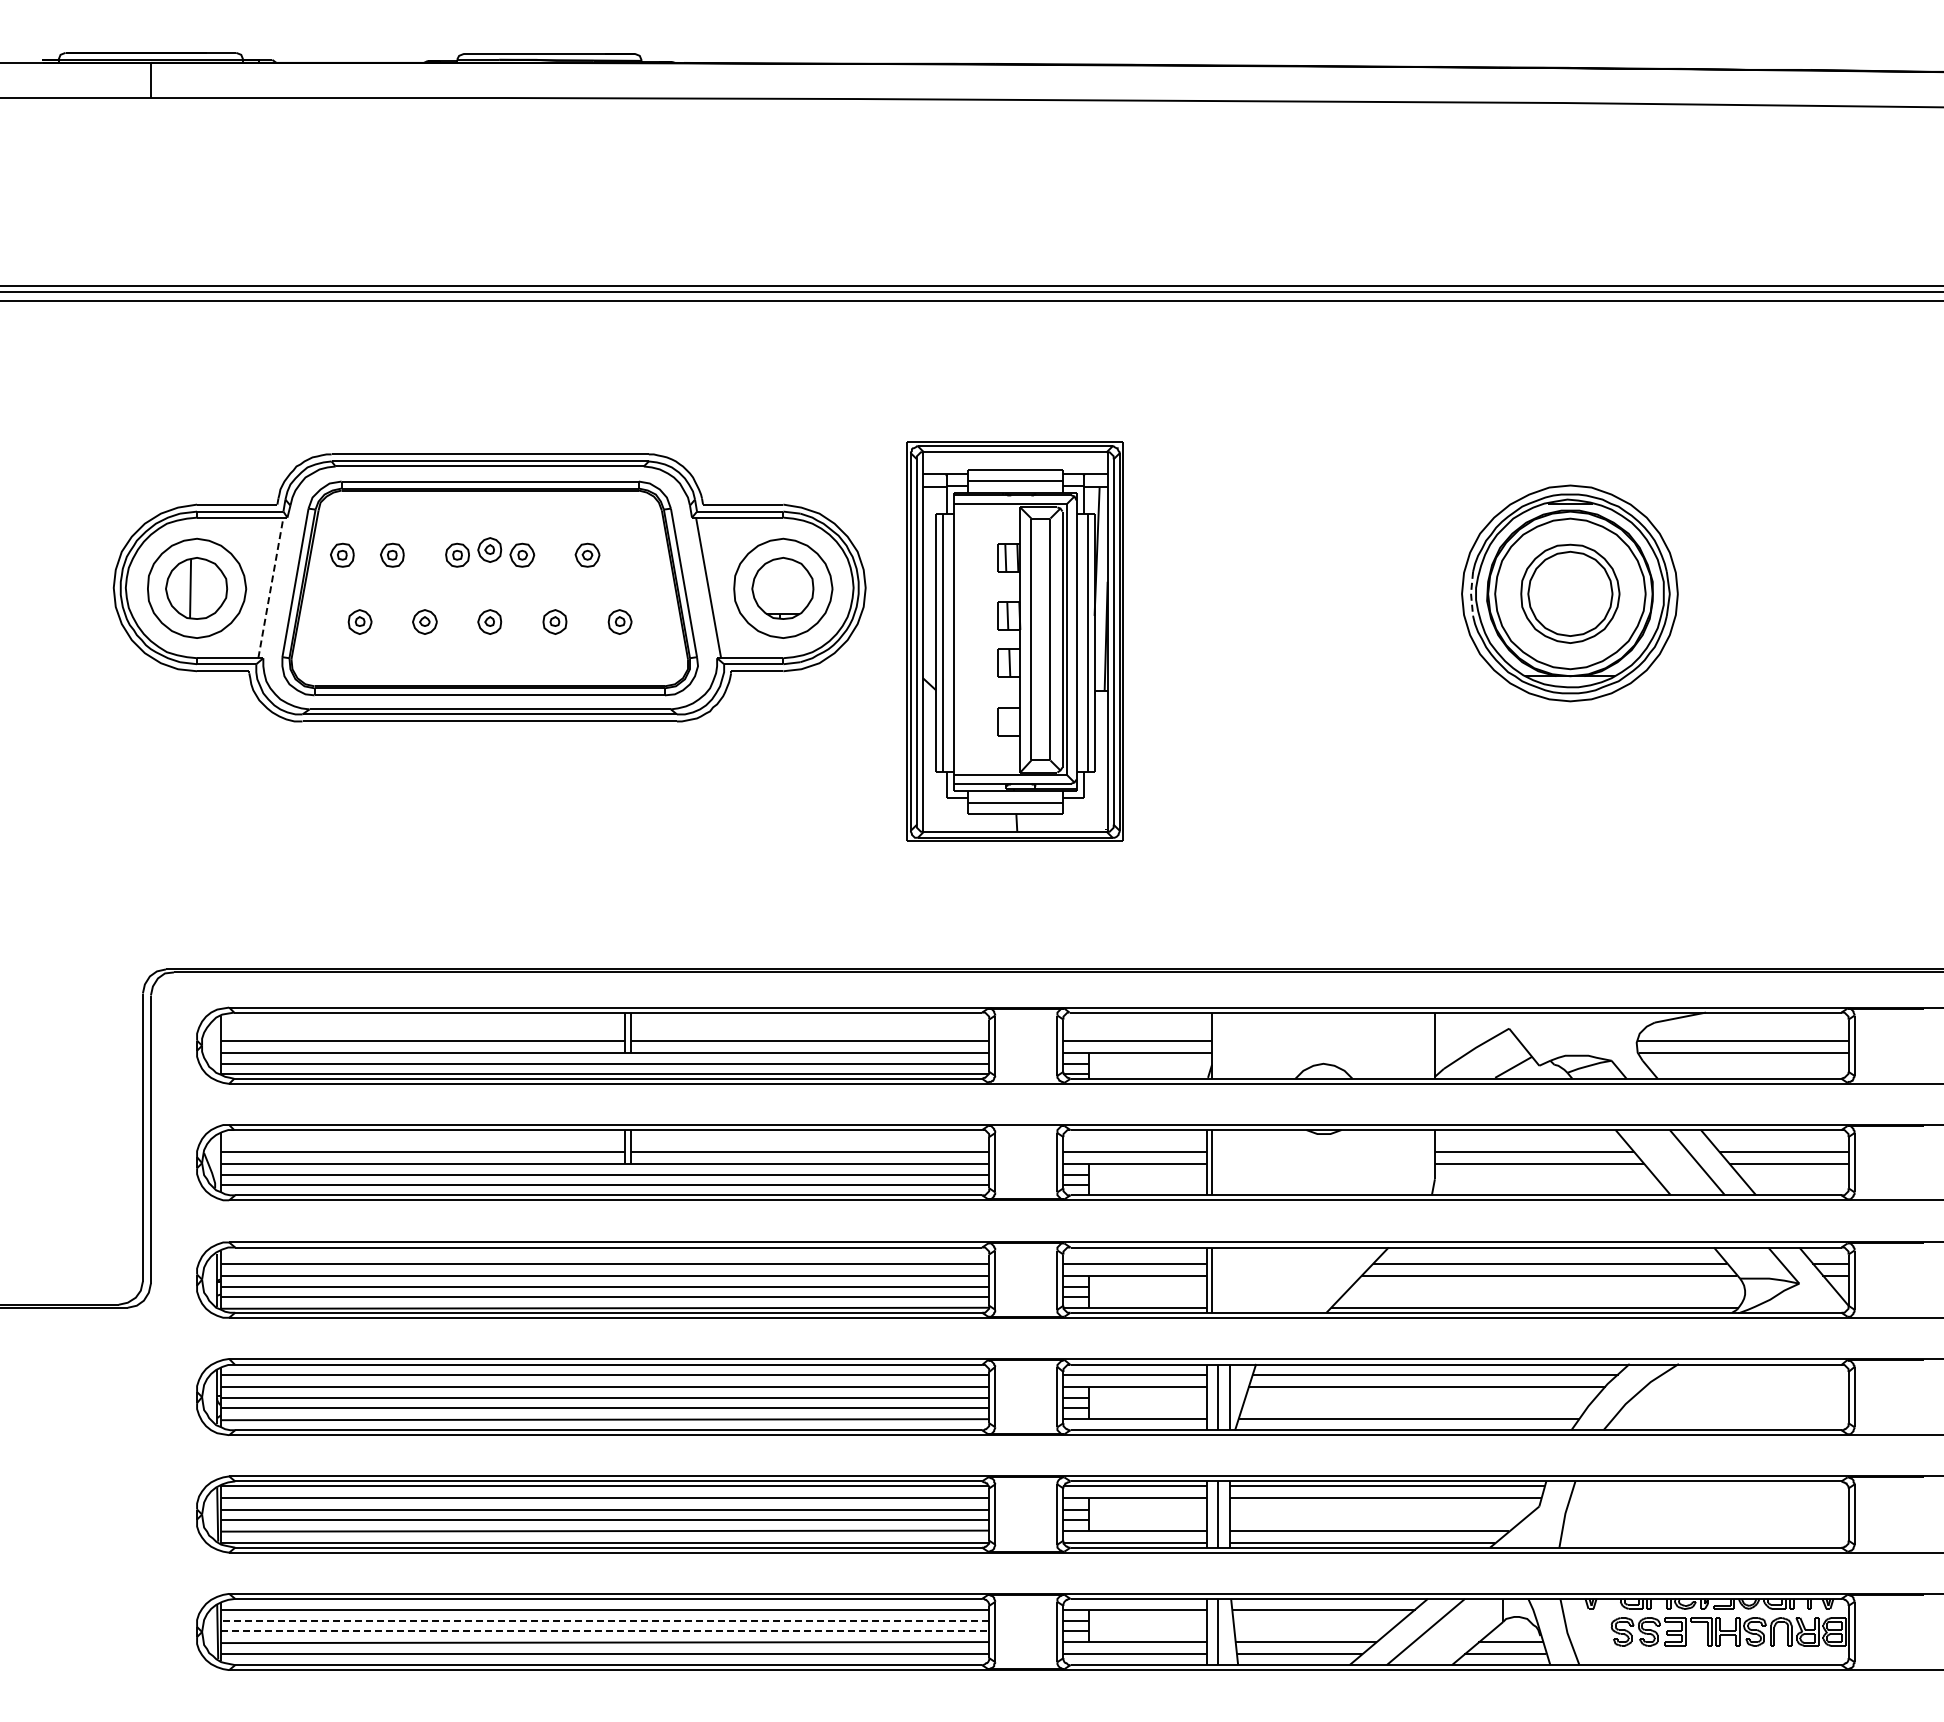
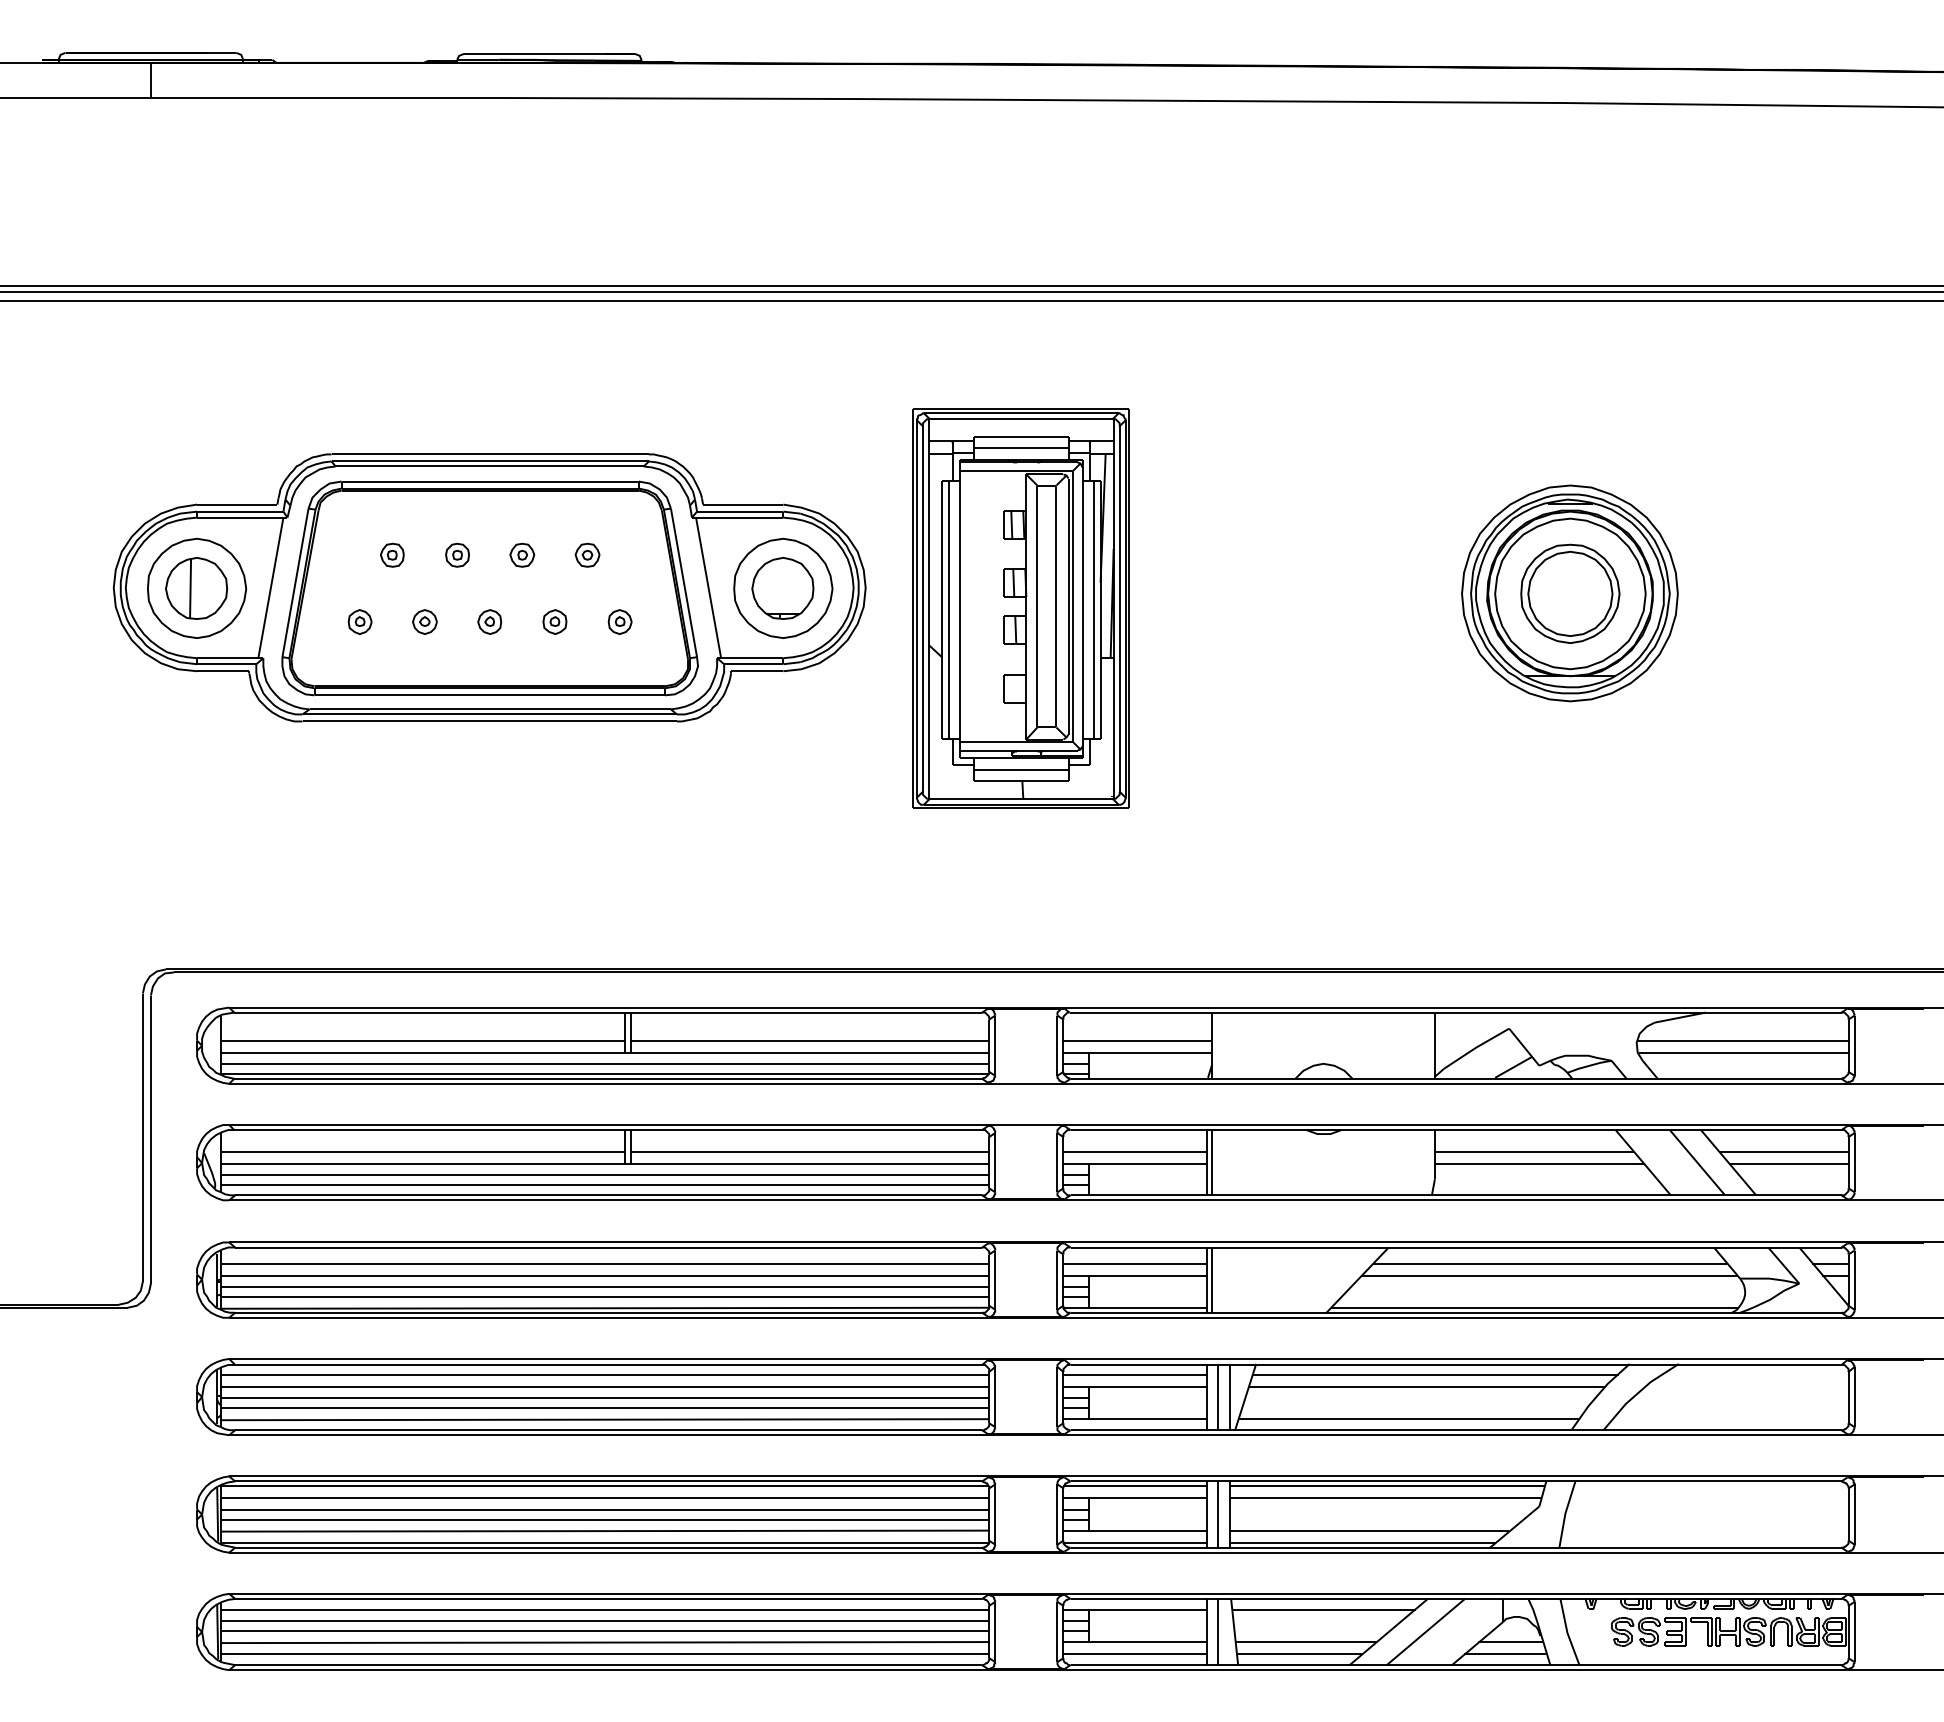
part at (489, 549): present -> none
part at (342, 554): present -> none
line at (270, 587): dashed -> solid
line at (1471, 593): dashed -> solid
part at (1014, 641) position: (1014, 641) -> (1020, 608)
line at (604, 1620): dashed -> solid
line at (605, 1630): dashed -> solid
